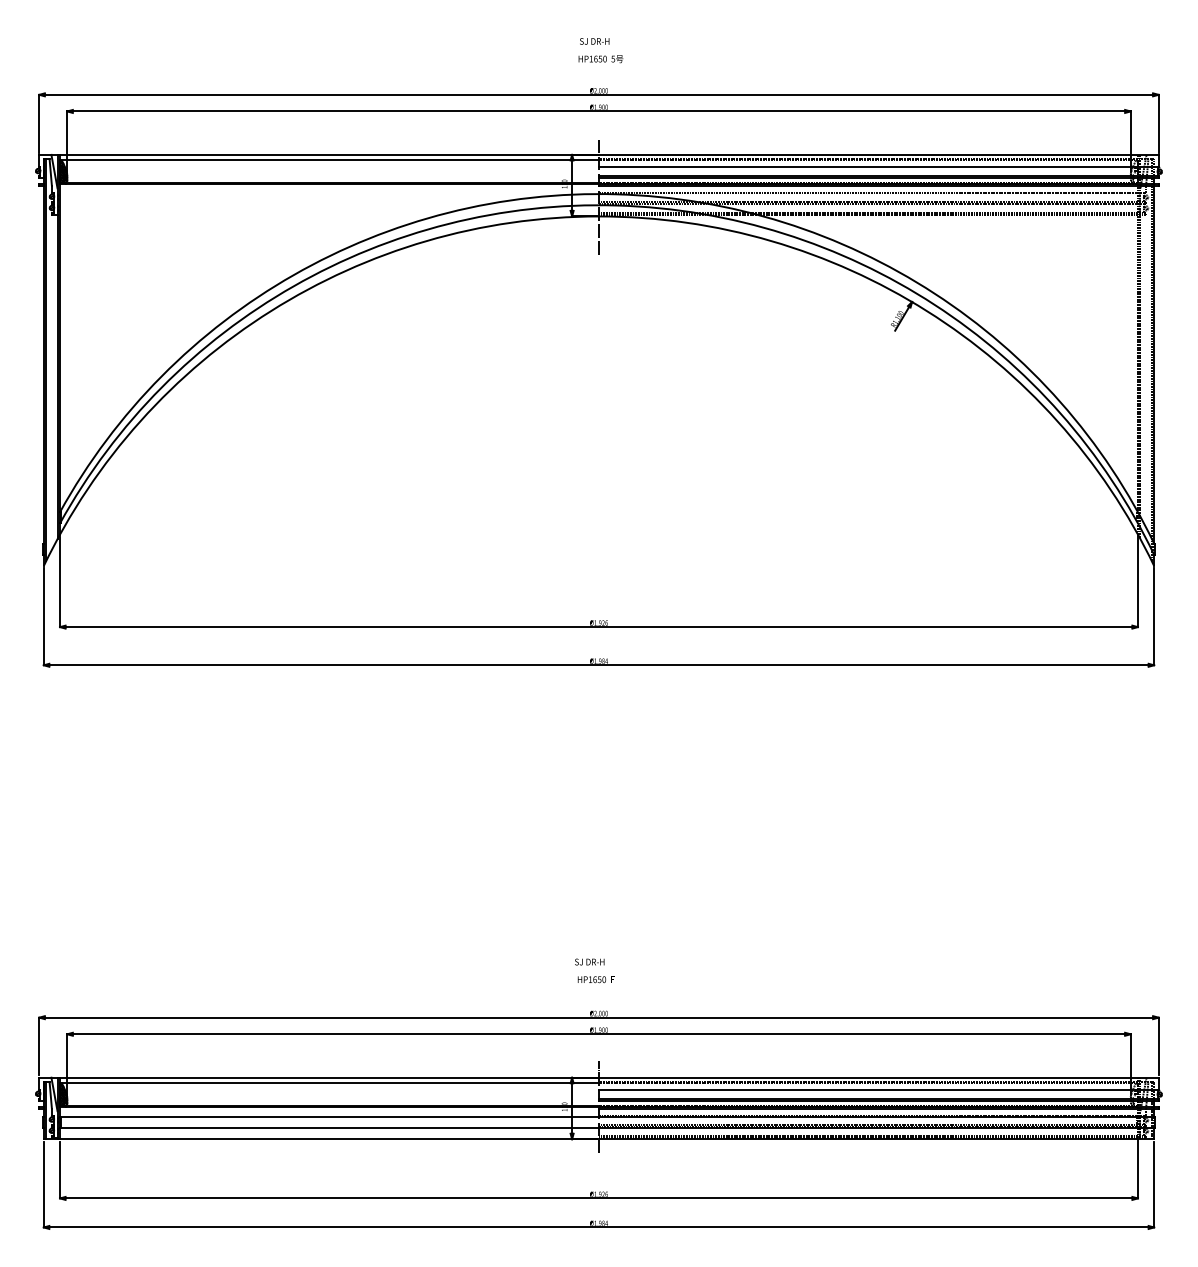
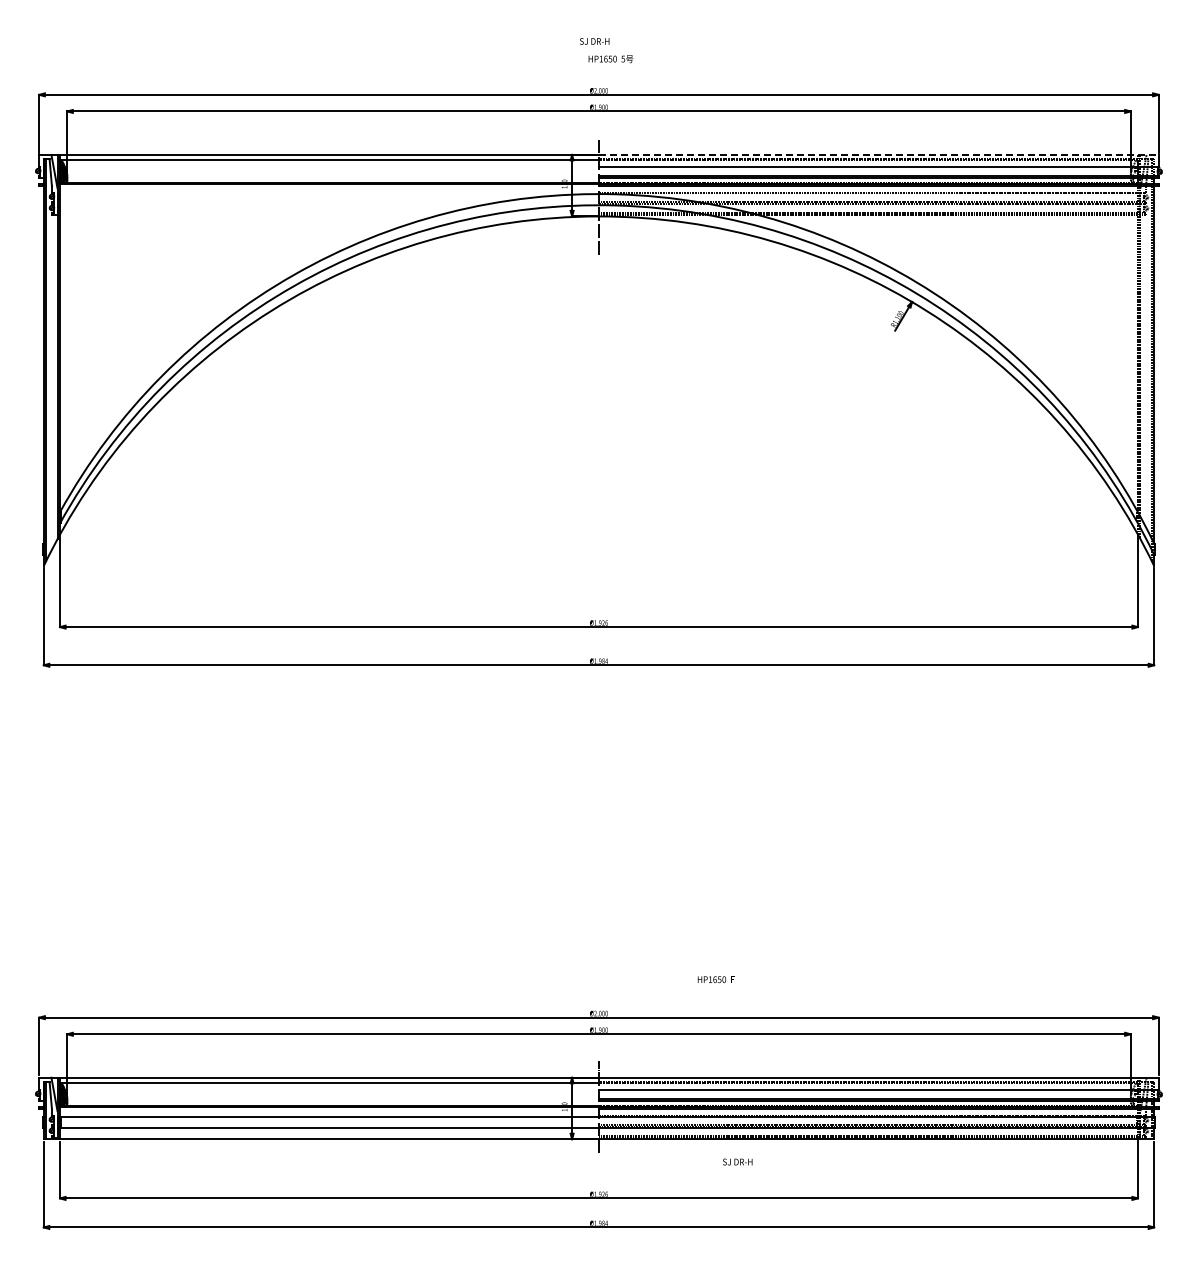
text at (600, 59) position: (600, 59) -> (610, 59)
line at (878, 154): solid -> dashed
text at (589, 961) position: (589, 961) -> (737, 1161)
text at (595, 979) position: (595, 979) -> (715, 979)
